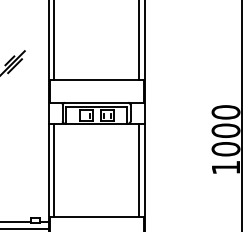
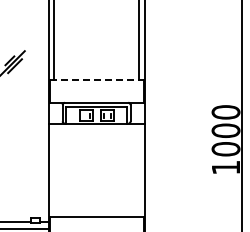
line at (97, 79): solid -> dashed
line at (53, 170): present -> none
line at (139, 170): present -> none
